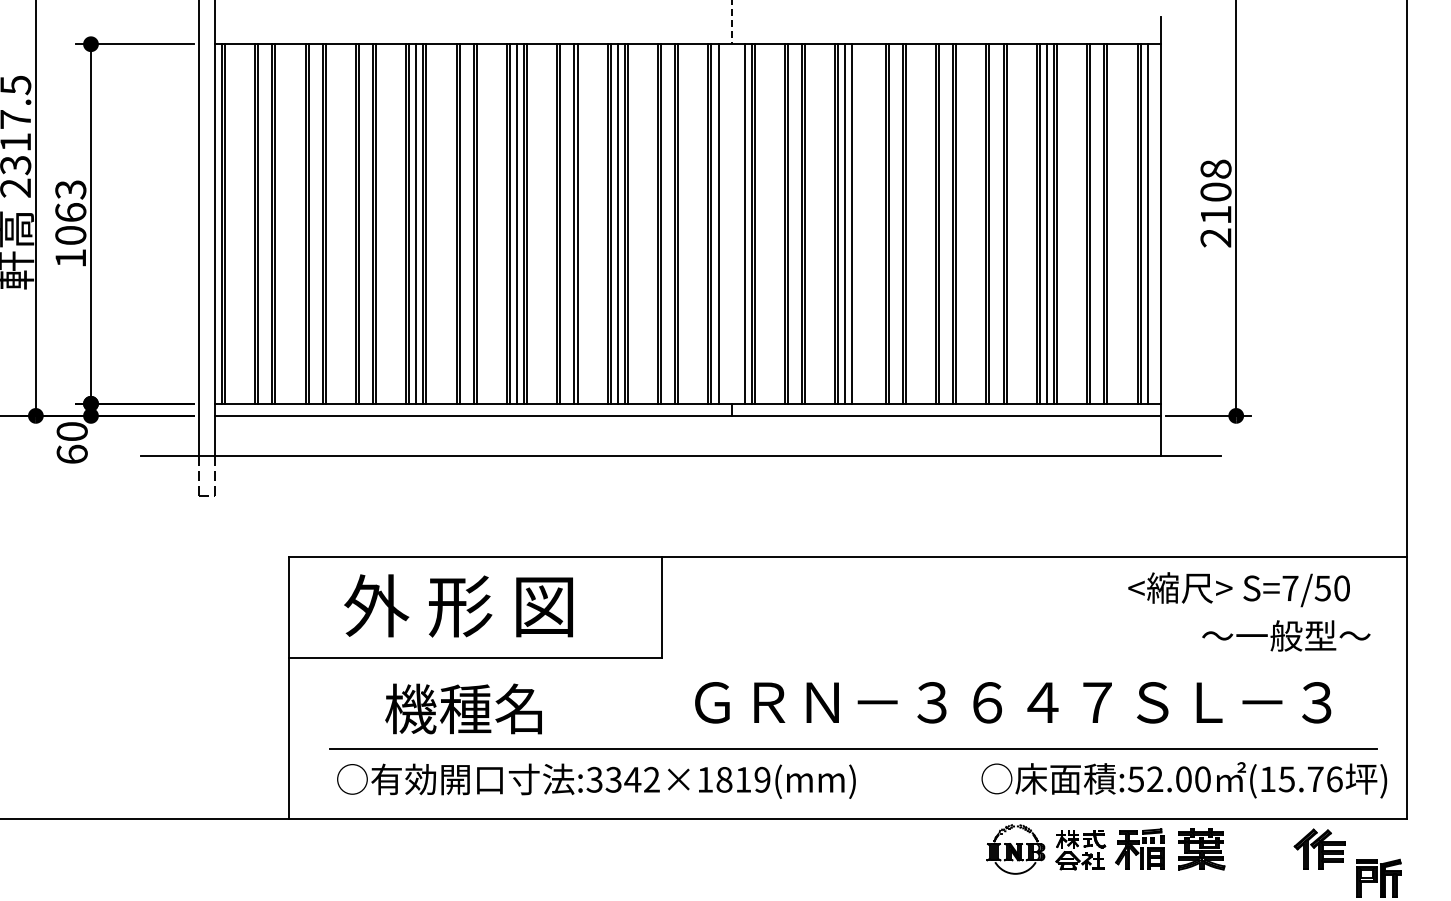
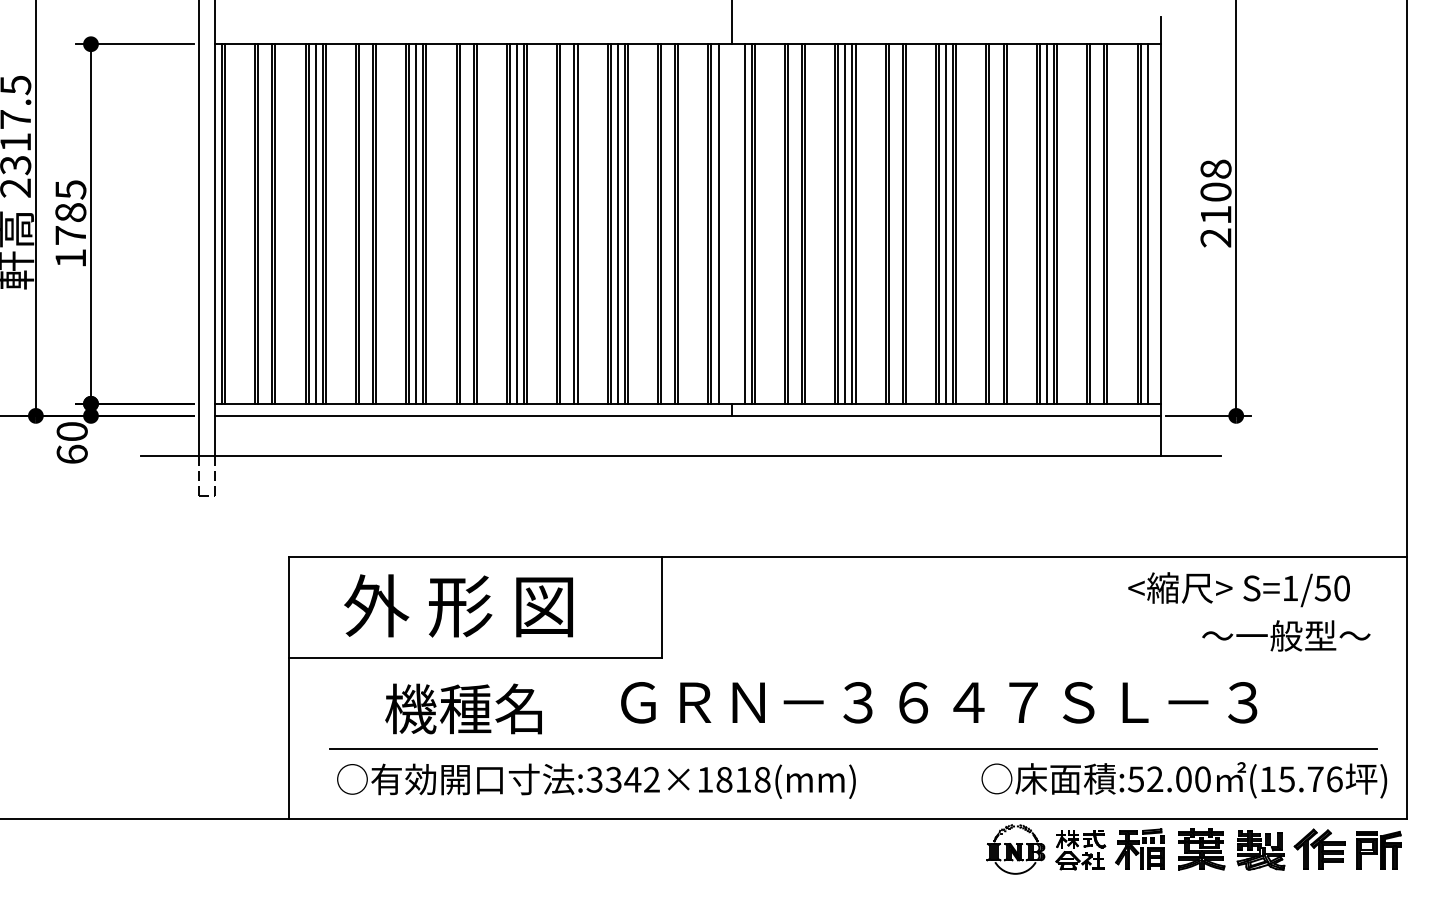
line at (731, 22): dashed -> solid
text at (70, 212): 1063 -> 1785
line at (315, 223): none -> present
line at (855, 223): none -> present
line at (946, 223): none -> present
text at (1290, 587): S=7/50 -> S=1/50
text at (1013, 702) position: (1013, 702) -> (939, 702)
text at (762, 779): :3342×1819(mm) -> :3342×1818(mm)
part at (1260, 850): none -> present
part at (1378, 877) position: (1378, 877) -> (1378, 849)
